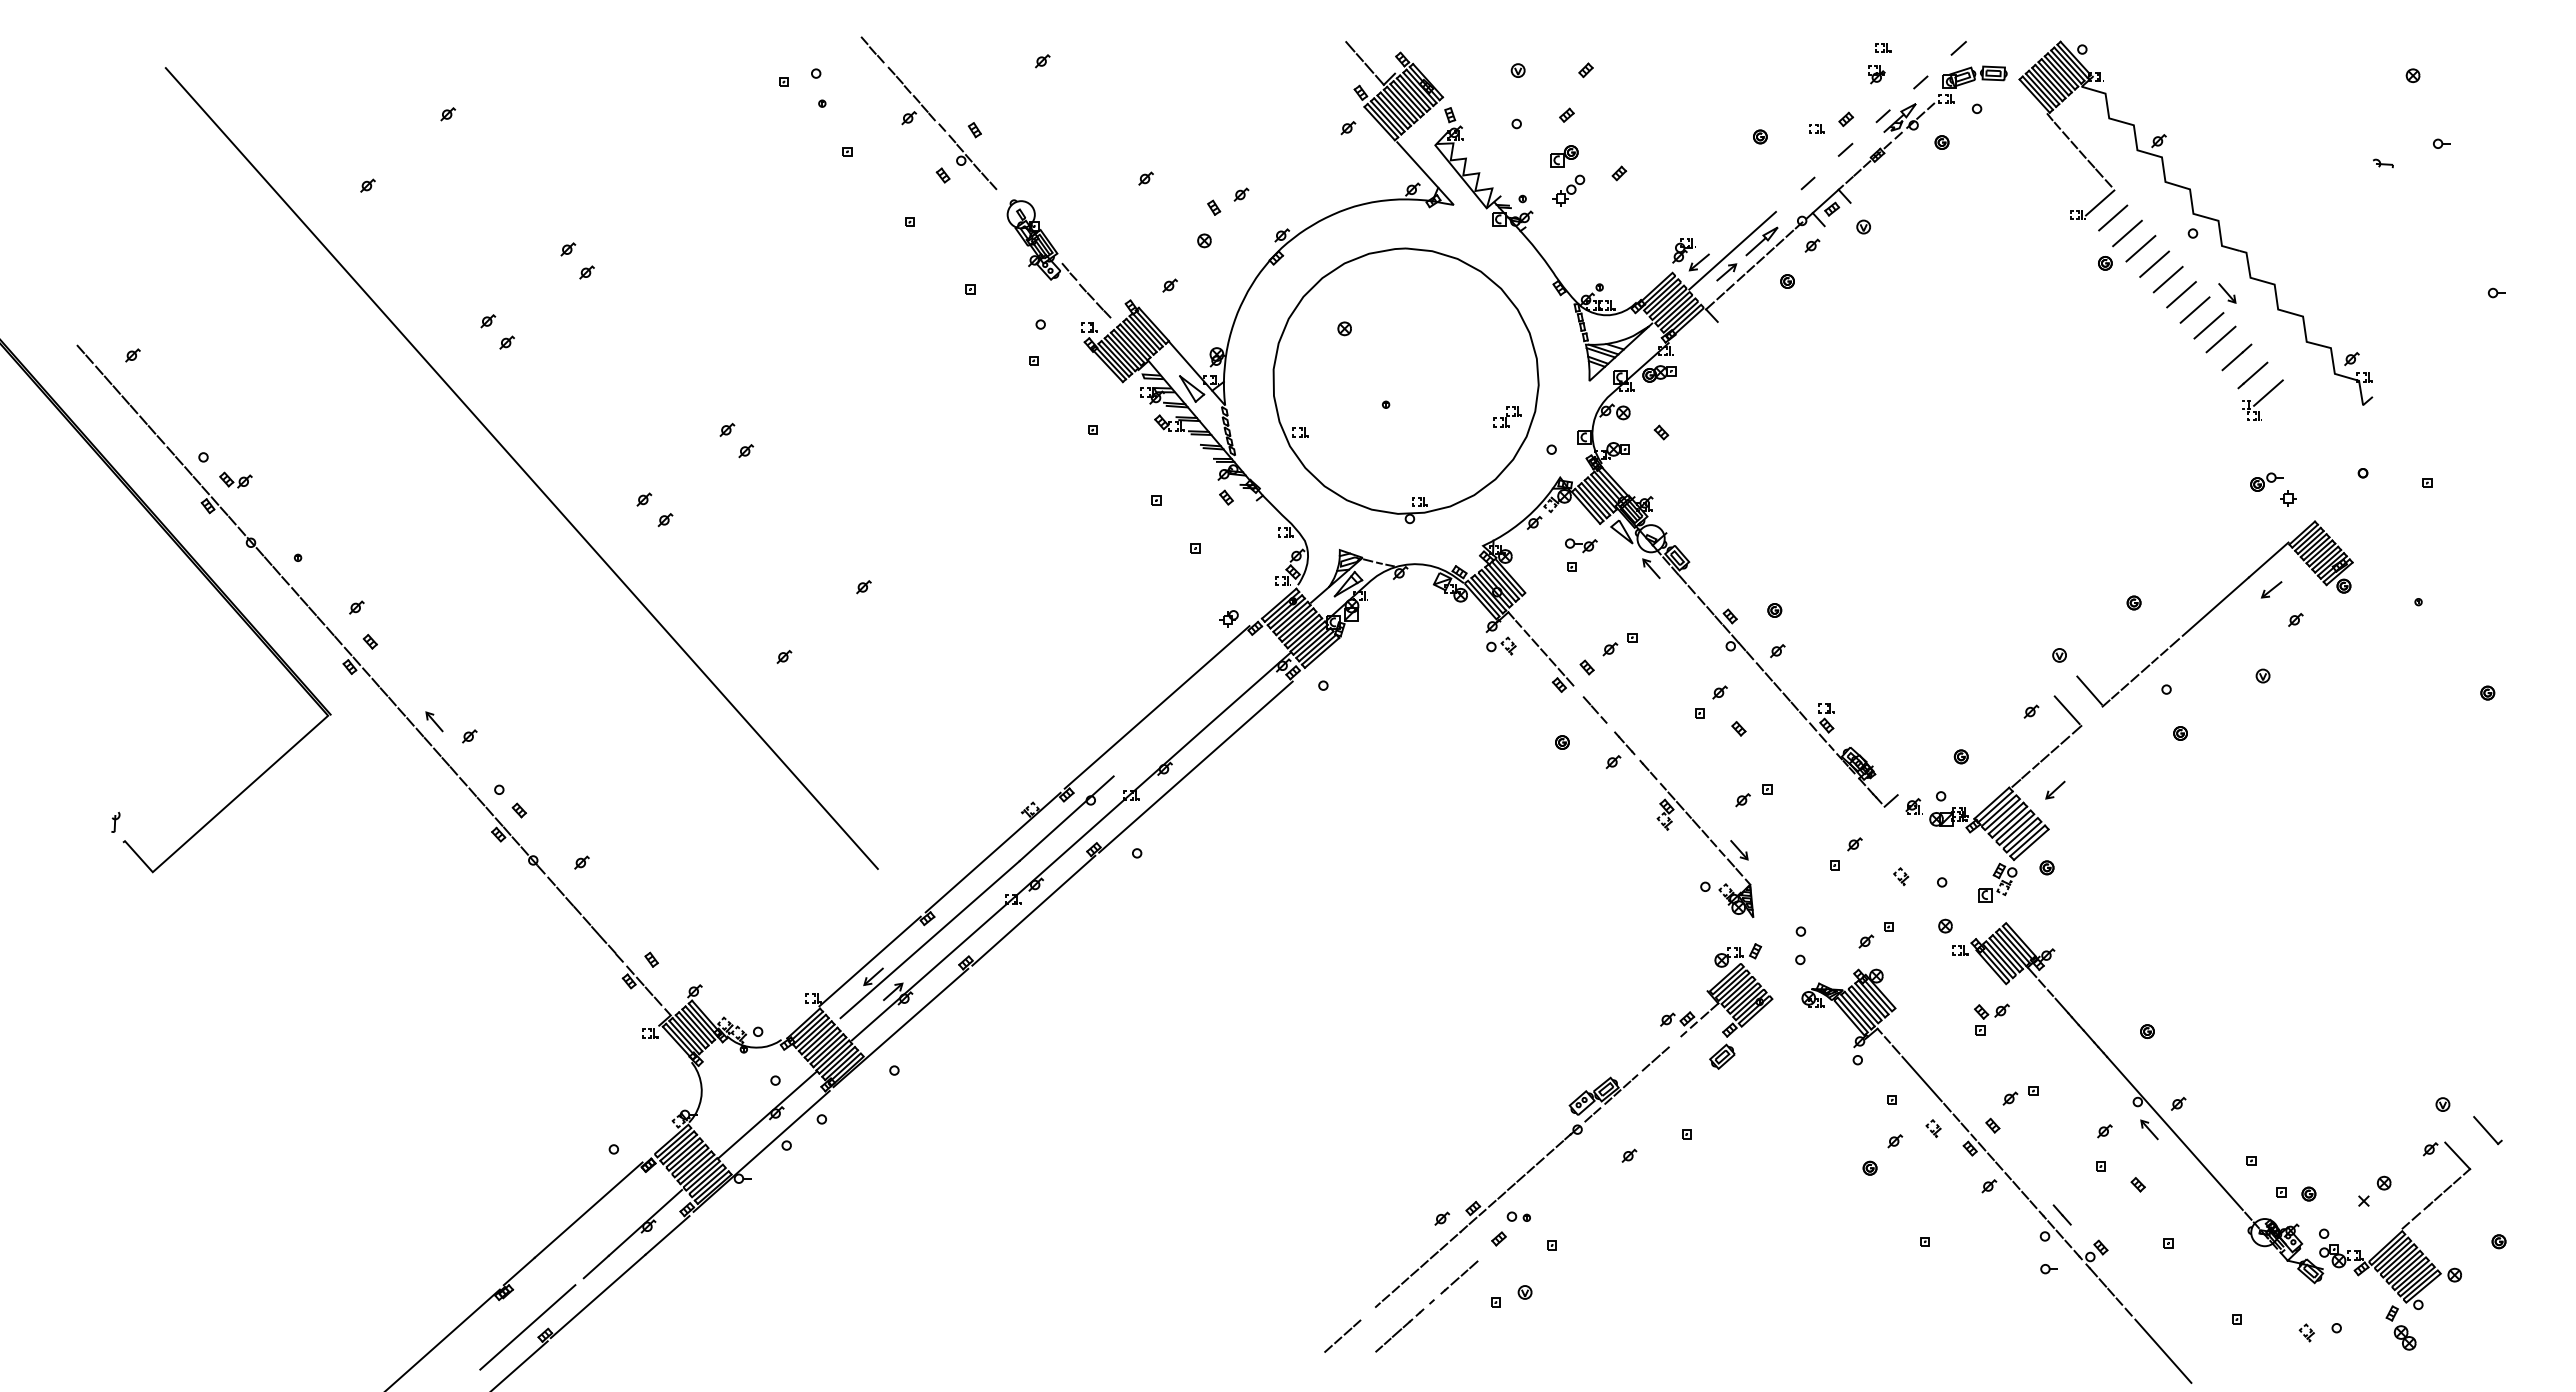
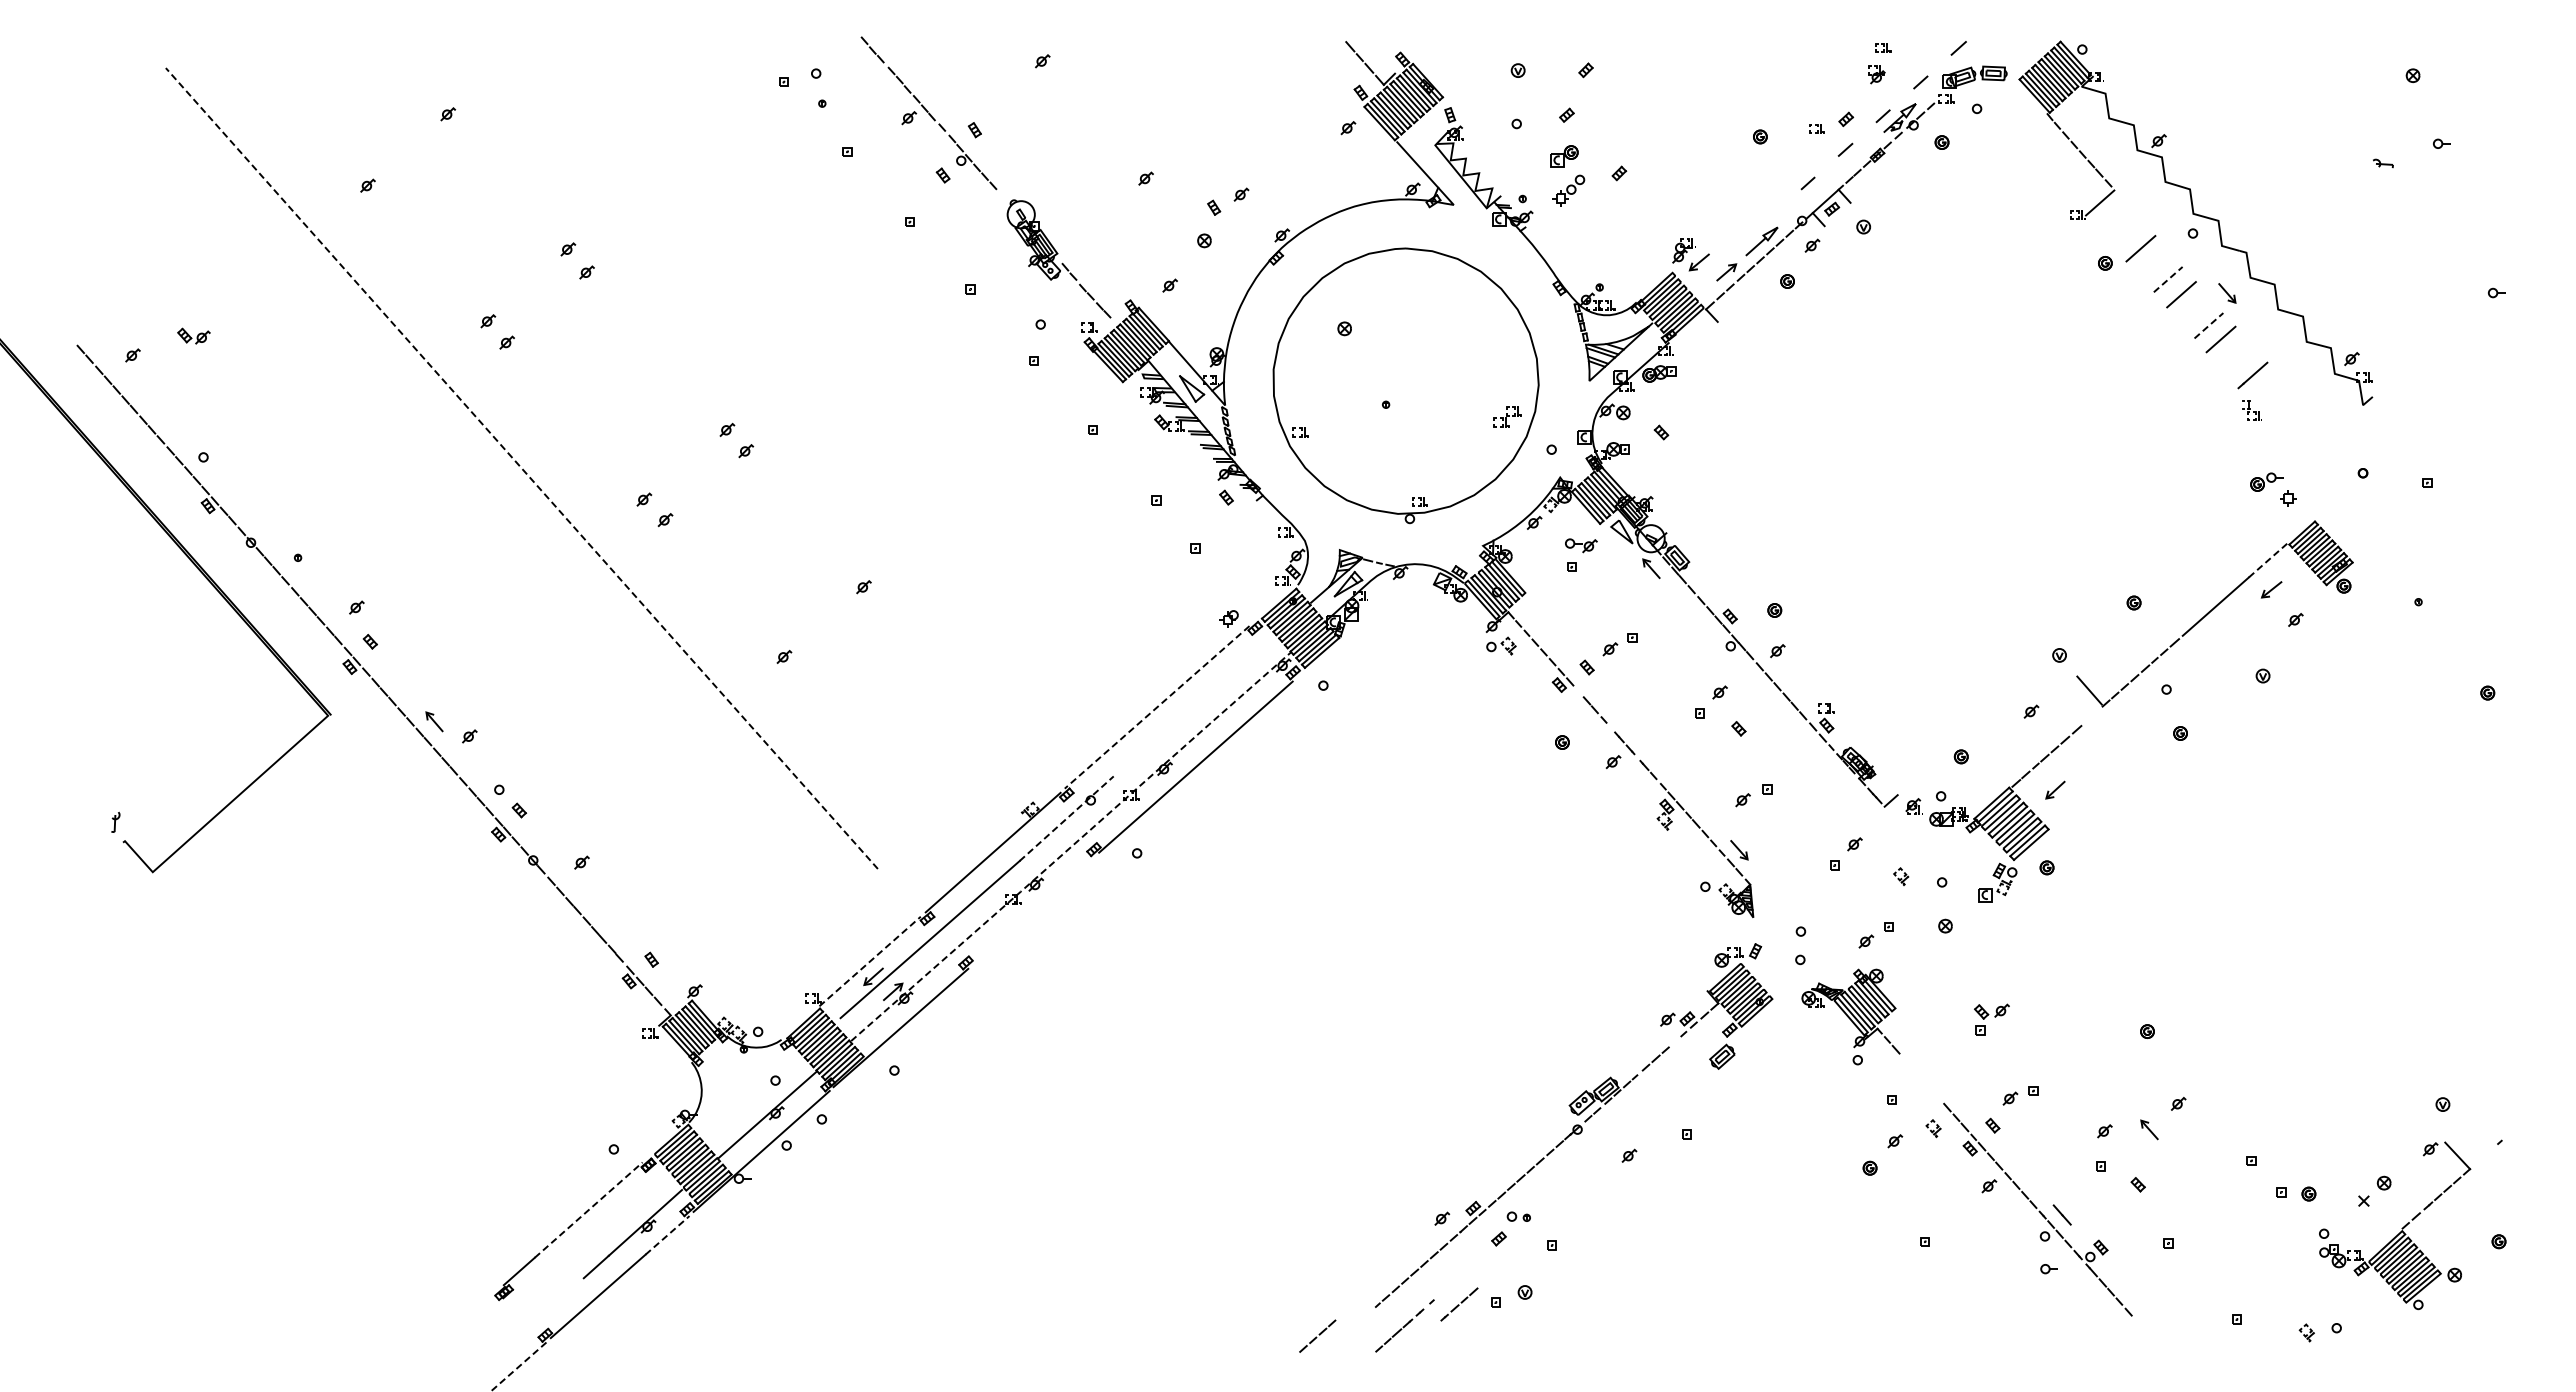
line at (2113, 217): present -> none
line at (2127, 233): present -> none
line at (1732, 250): present -> none
line at (2154, 263): present -> none
line at (2168, 279): solid -> dashed
line at (2194, 309): present -> none
line at (2209, 325): solid -> dashed
line at (2236, 357): present -> none
line at (2268, 392): present -> none
line at (521, 468): solid -> dashed
part at (235, 479) position: (235, 479) -> (193, 335)
line at (2269, 559): solid -> dashed
line at (1156, 707): solid -> dashed
line at (2066, 710): present -> none
line at (1067, 818): solid -> dashed
line at (1071, 846): solid -> dashed
line at (1033, 910): present -> none
line at (870, 961): solid -> dashed
line at (1921, 1078): present -> none
part at (2138, 1103): present -> none
line at (2486, 1130): present -> none
line at (588, 1210): solid -> dashed
line at (667, 1235): solid -> dashed
line at (1459, 1277) position: (1459, 1277) -> (1459, 1304)
line at (527, 1327): present -> none
part at (2400, 1327): present -> none
line at (1343, 1334) position: (1343, 1334) -> (1318, 1334)
line at (443, 1338): present -> none
line at (2163, 1350): present -> none
line at (519, 1366): solid -> dashed
